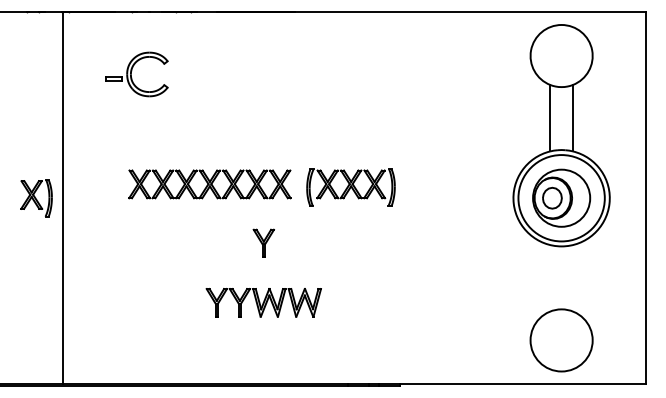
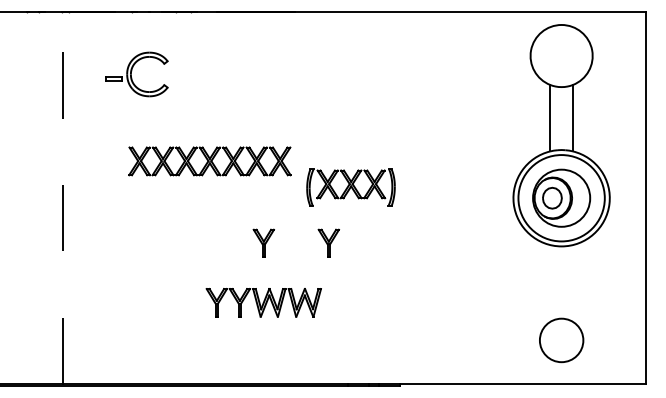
part at (209, 184) position: (209, 184) -> (209, 161)
line at (63, 197): solid -> dashed
part at (36, 198): present -> none
part at (328, 242): none -> present
circle at (561, 340) diameter: 62 px -> 43 px
